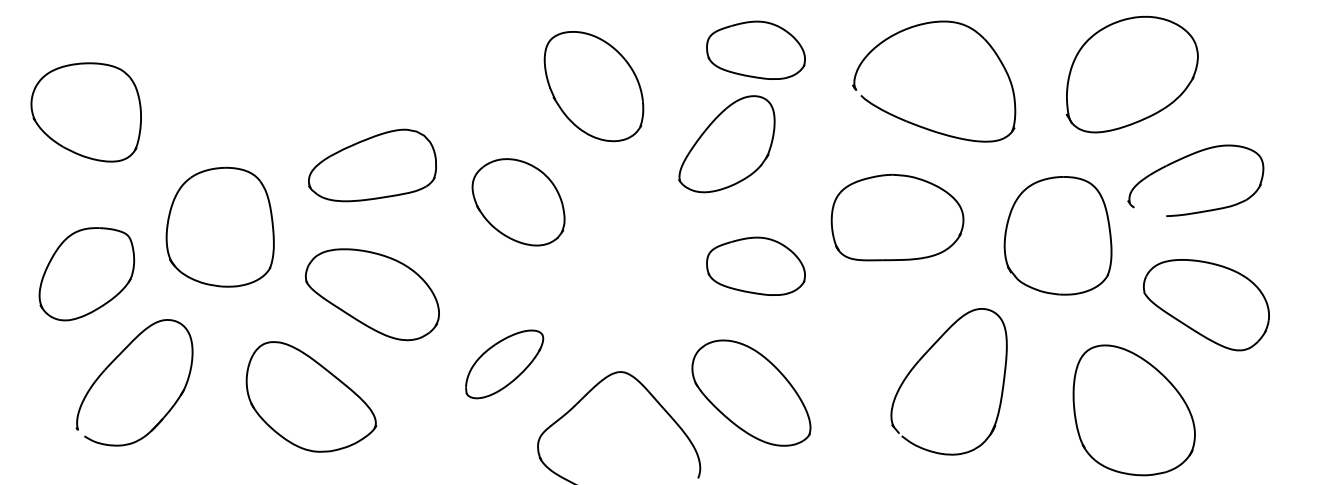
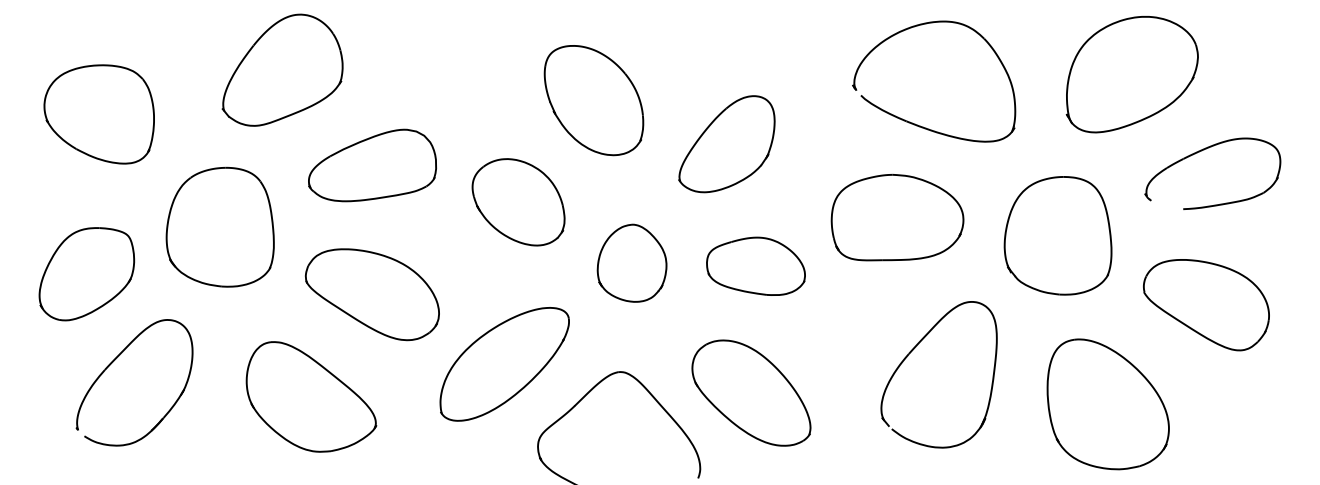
part at (755, 49): present -> none
part at (282, 69): none -> present
part at (593, 86) position: (593, 86) -> (593, 100)
part at (85, 112) position: (85, 112) -> (98, 114)
part at (1187, 157) position: (1187, 157) -> (1204, 150)
part at (631, 262): none -> present
part at (924, 356) position: (924, 356) -> (914, 349)
part at (504, 364) size: 80x71 px -> 131x115 px
part at (1133, 410) position: (1133, 410) -> (1107, 404)
